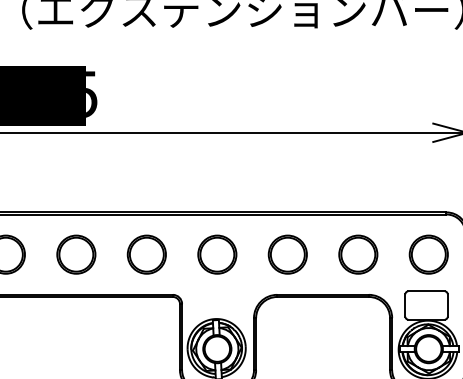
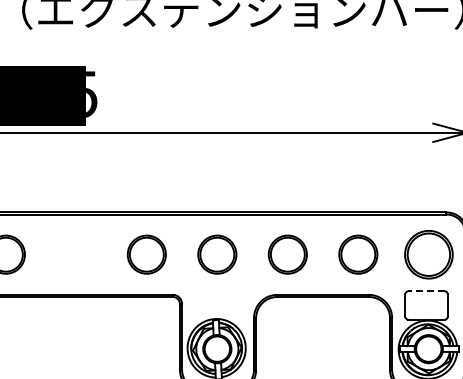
part at (76, 254): present -> none
part at (428, 254) size: 41x41 px -> 50x50 px
line at (426, 291): solid -> dashed
